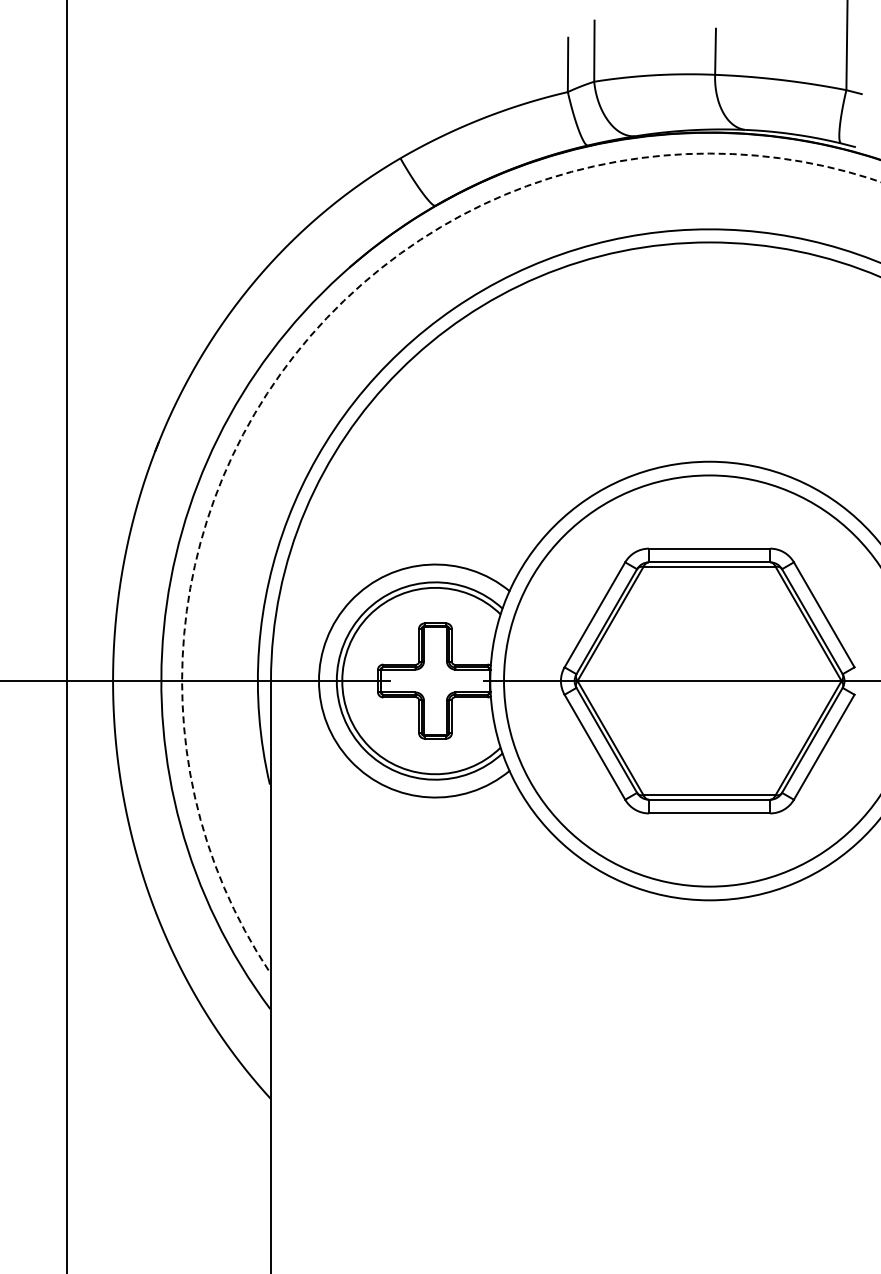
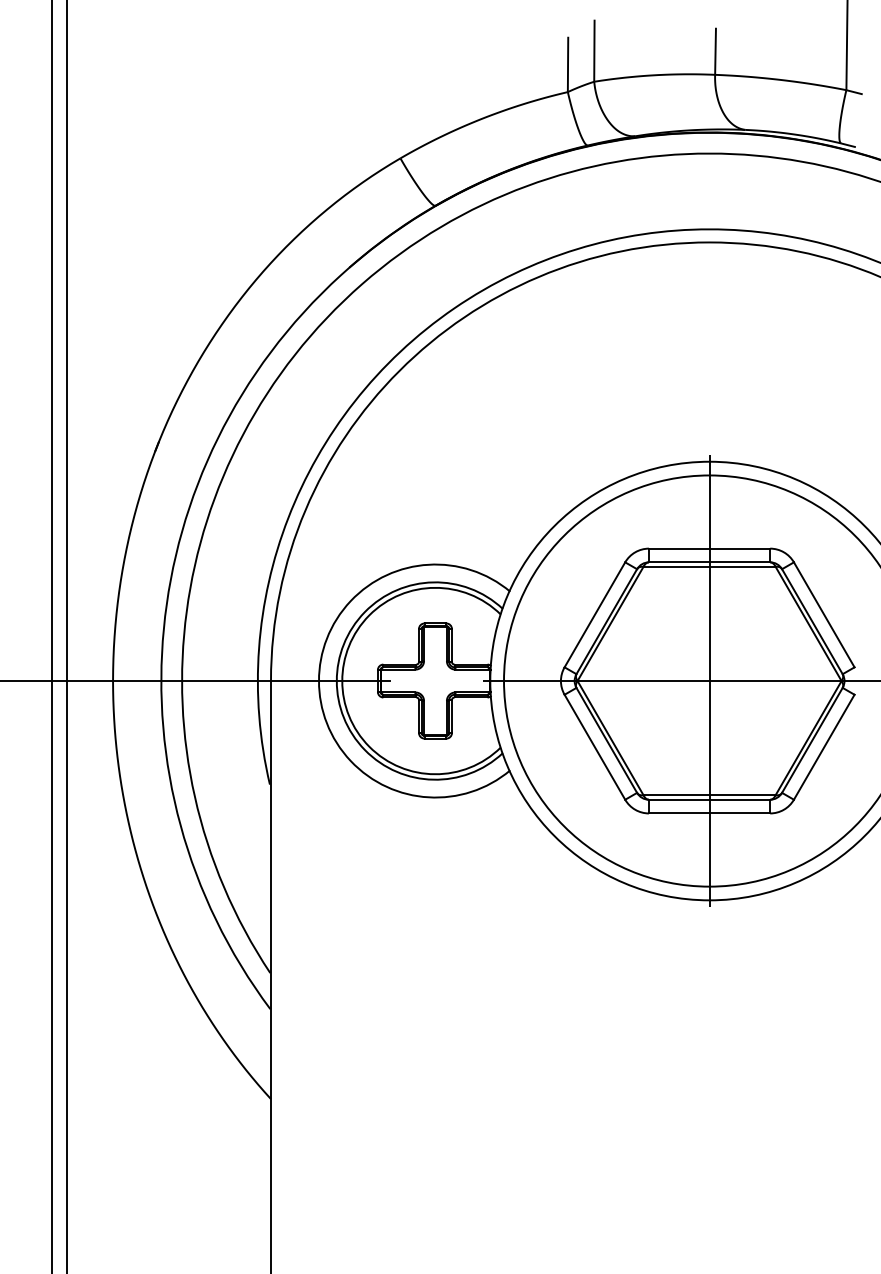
arc at (293, 356): dashed -> solid
line at (51, 636): none -> present
line at (709, 680): none -> present
